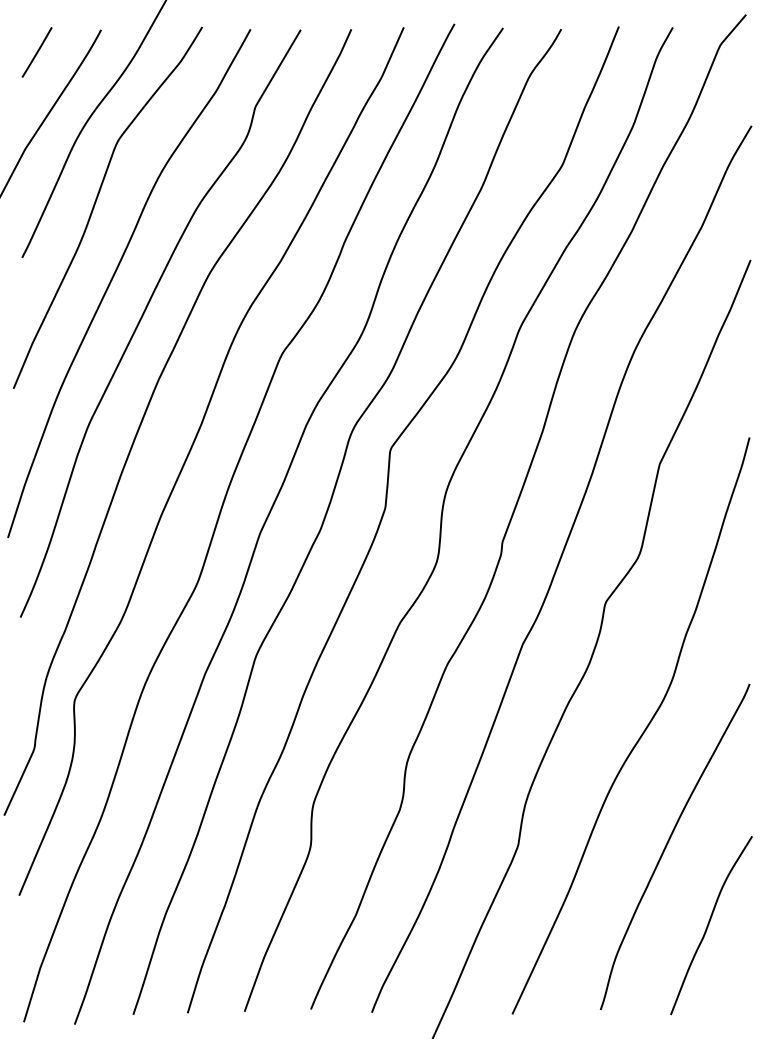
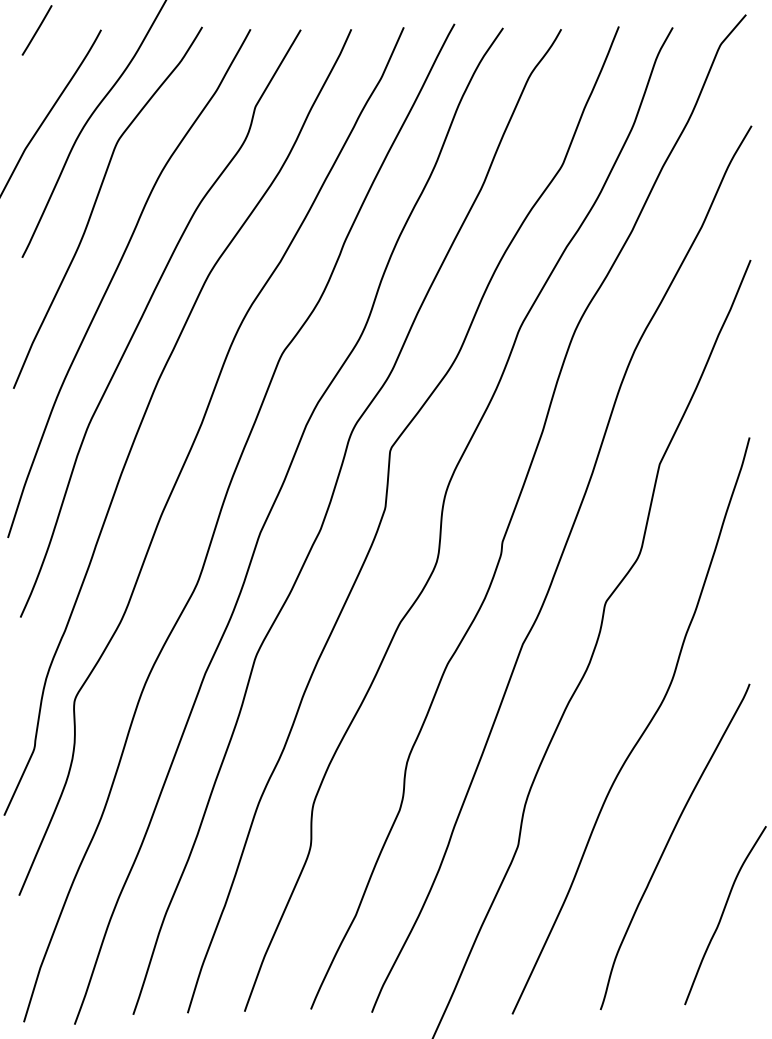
line at (36, 52) position: (36, 52) -> (36, 30)
curve at (709, 924) position: (709, 924) -> (723, 914)
